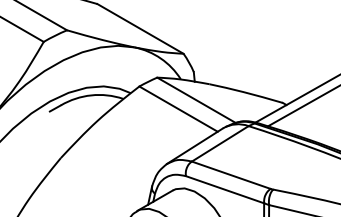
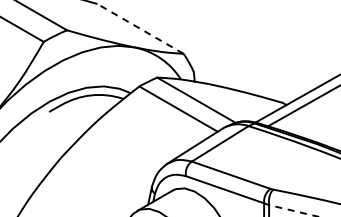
line at (140, 28): solid -> dashed
line at (294, 211): solid -> dashed
